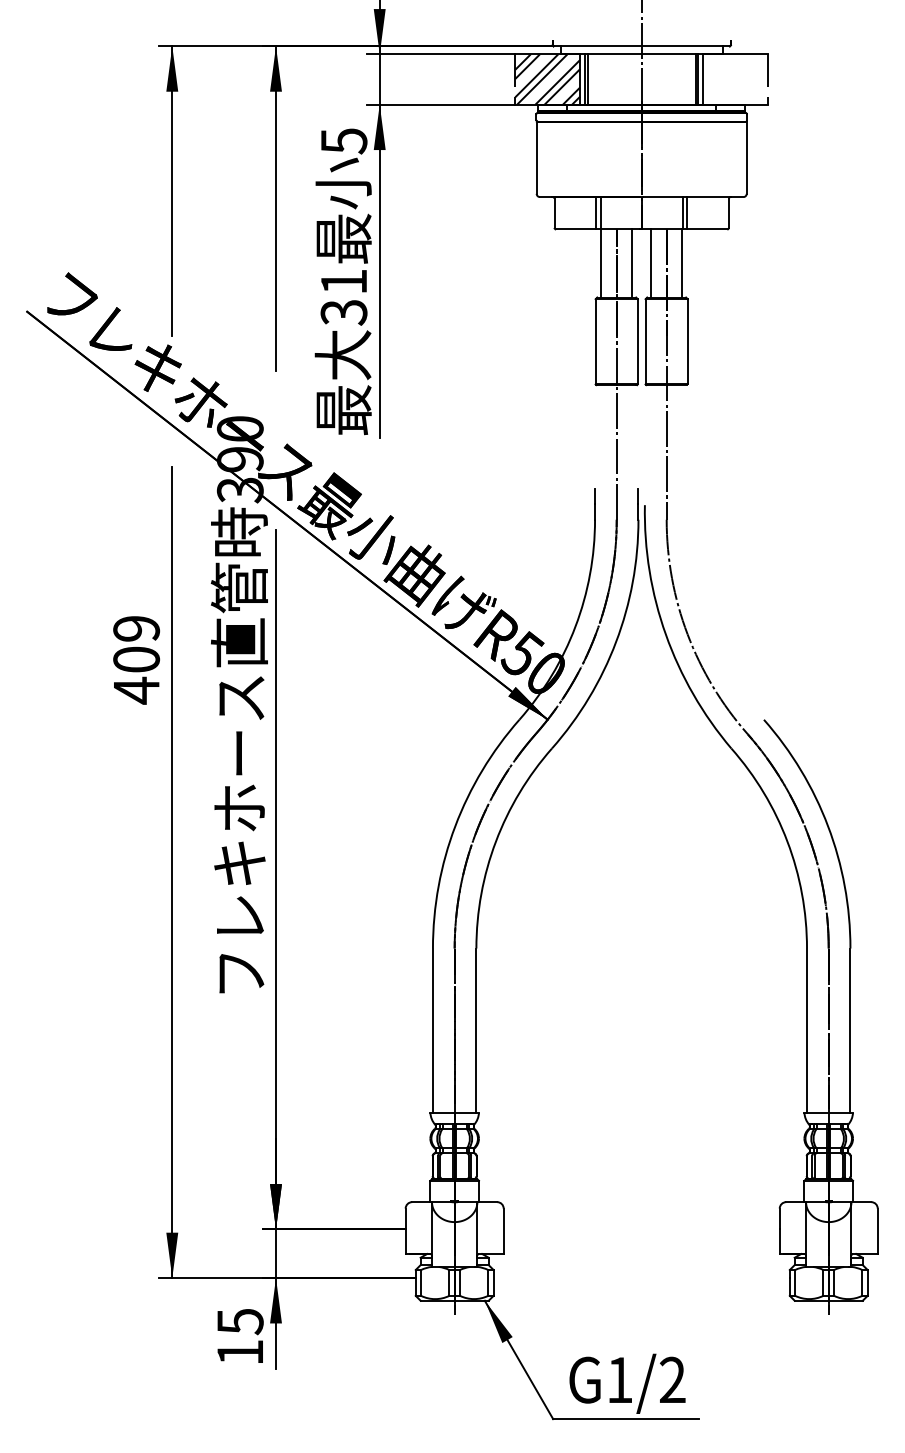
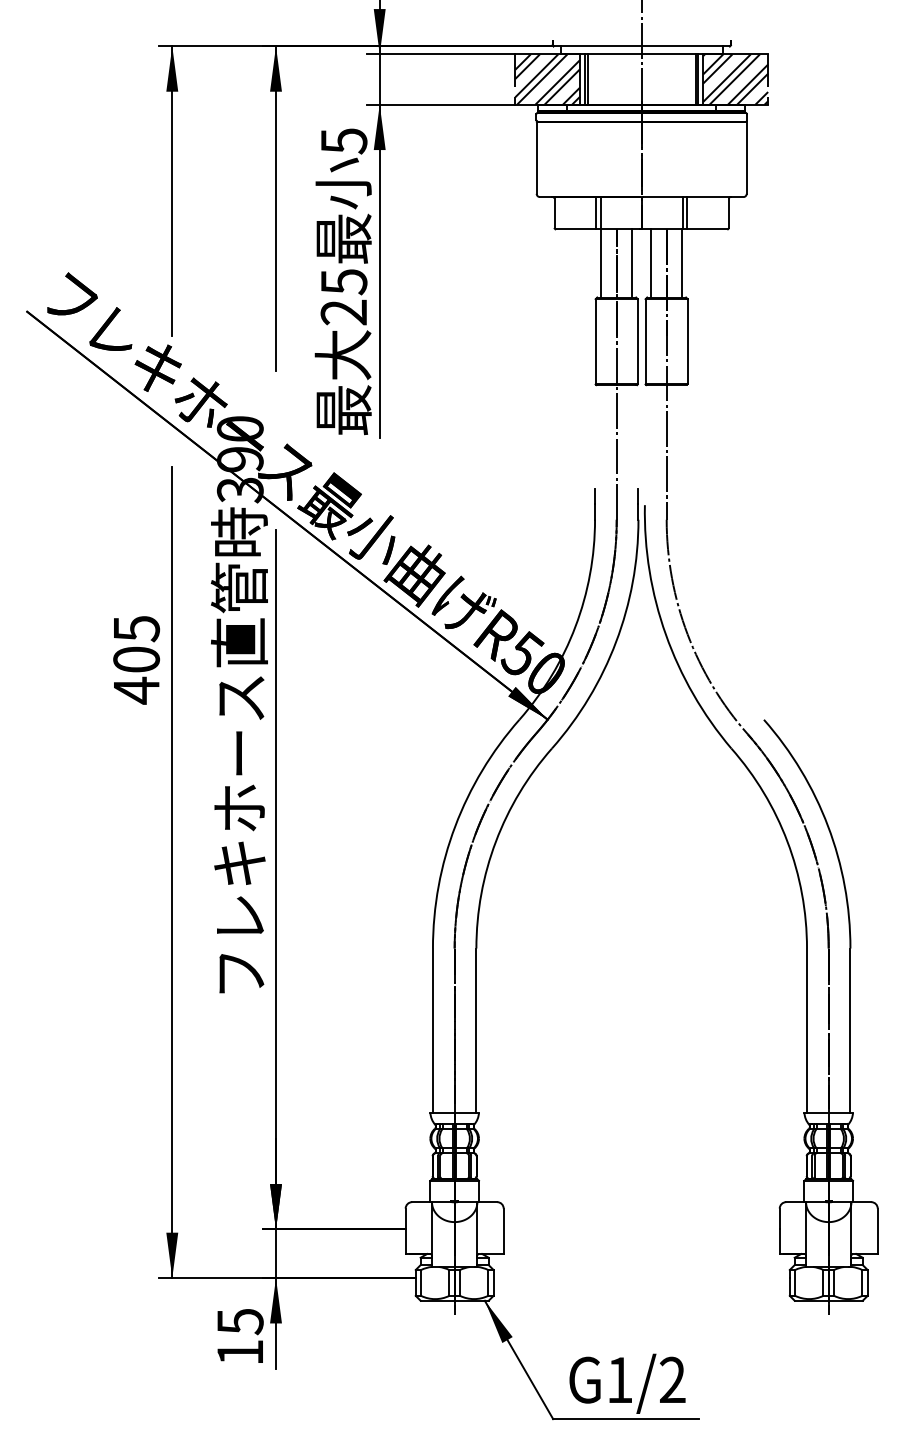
hatch at (735, 79): none -> present
text at (344, 297): 31 -> 25
text at (136, 629): 409 -> 405
